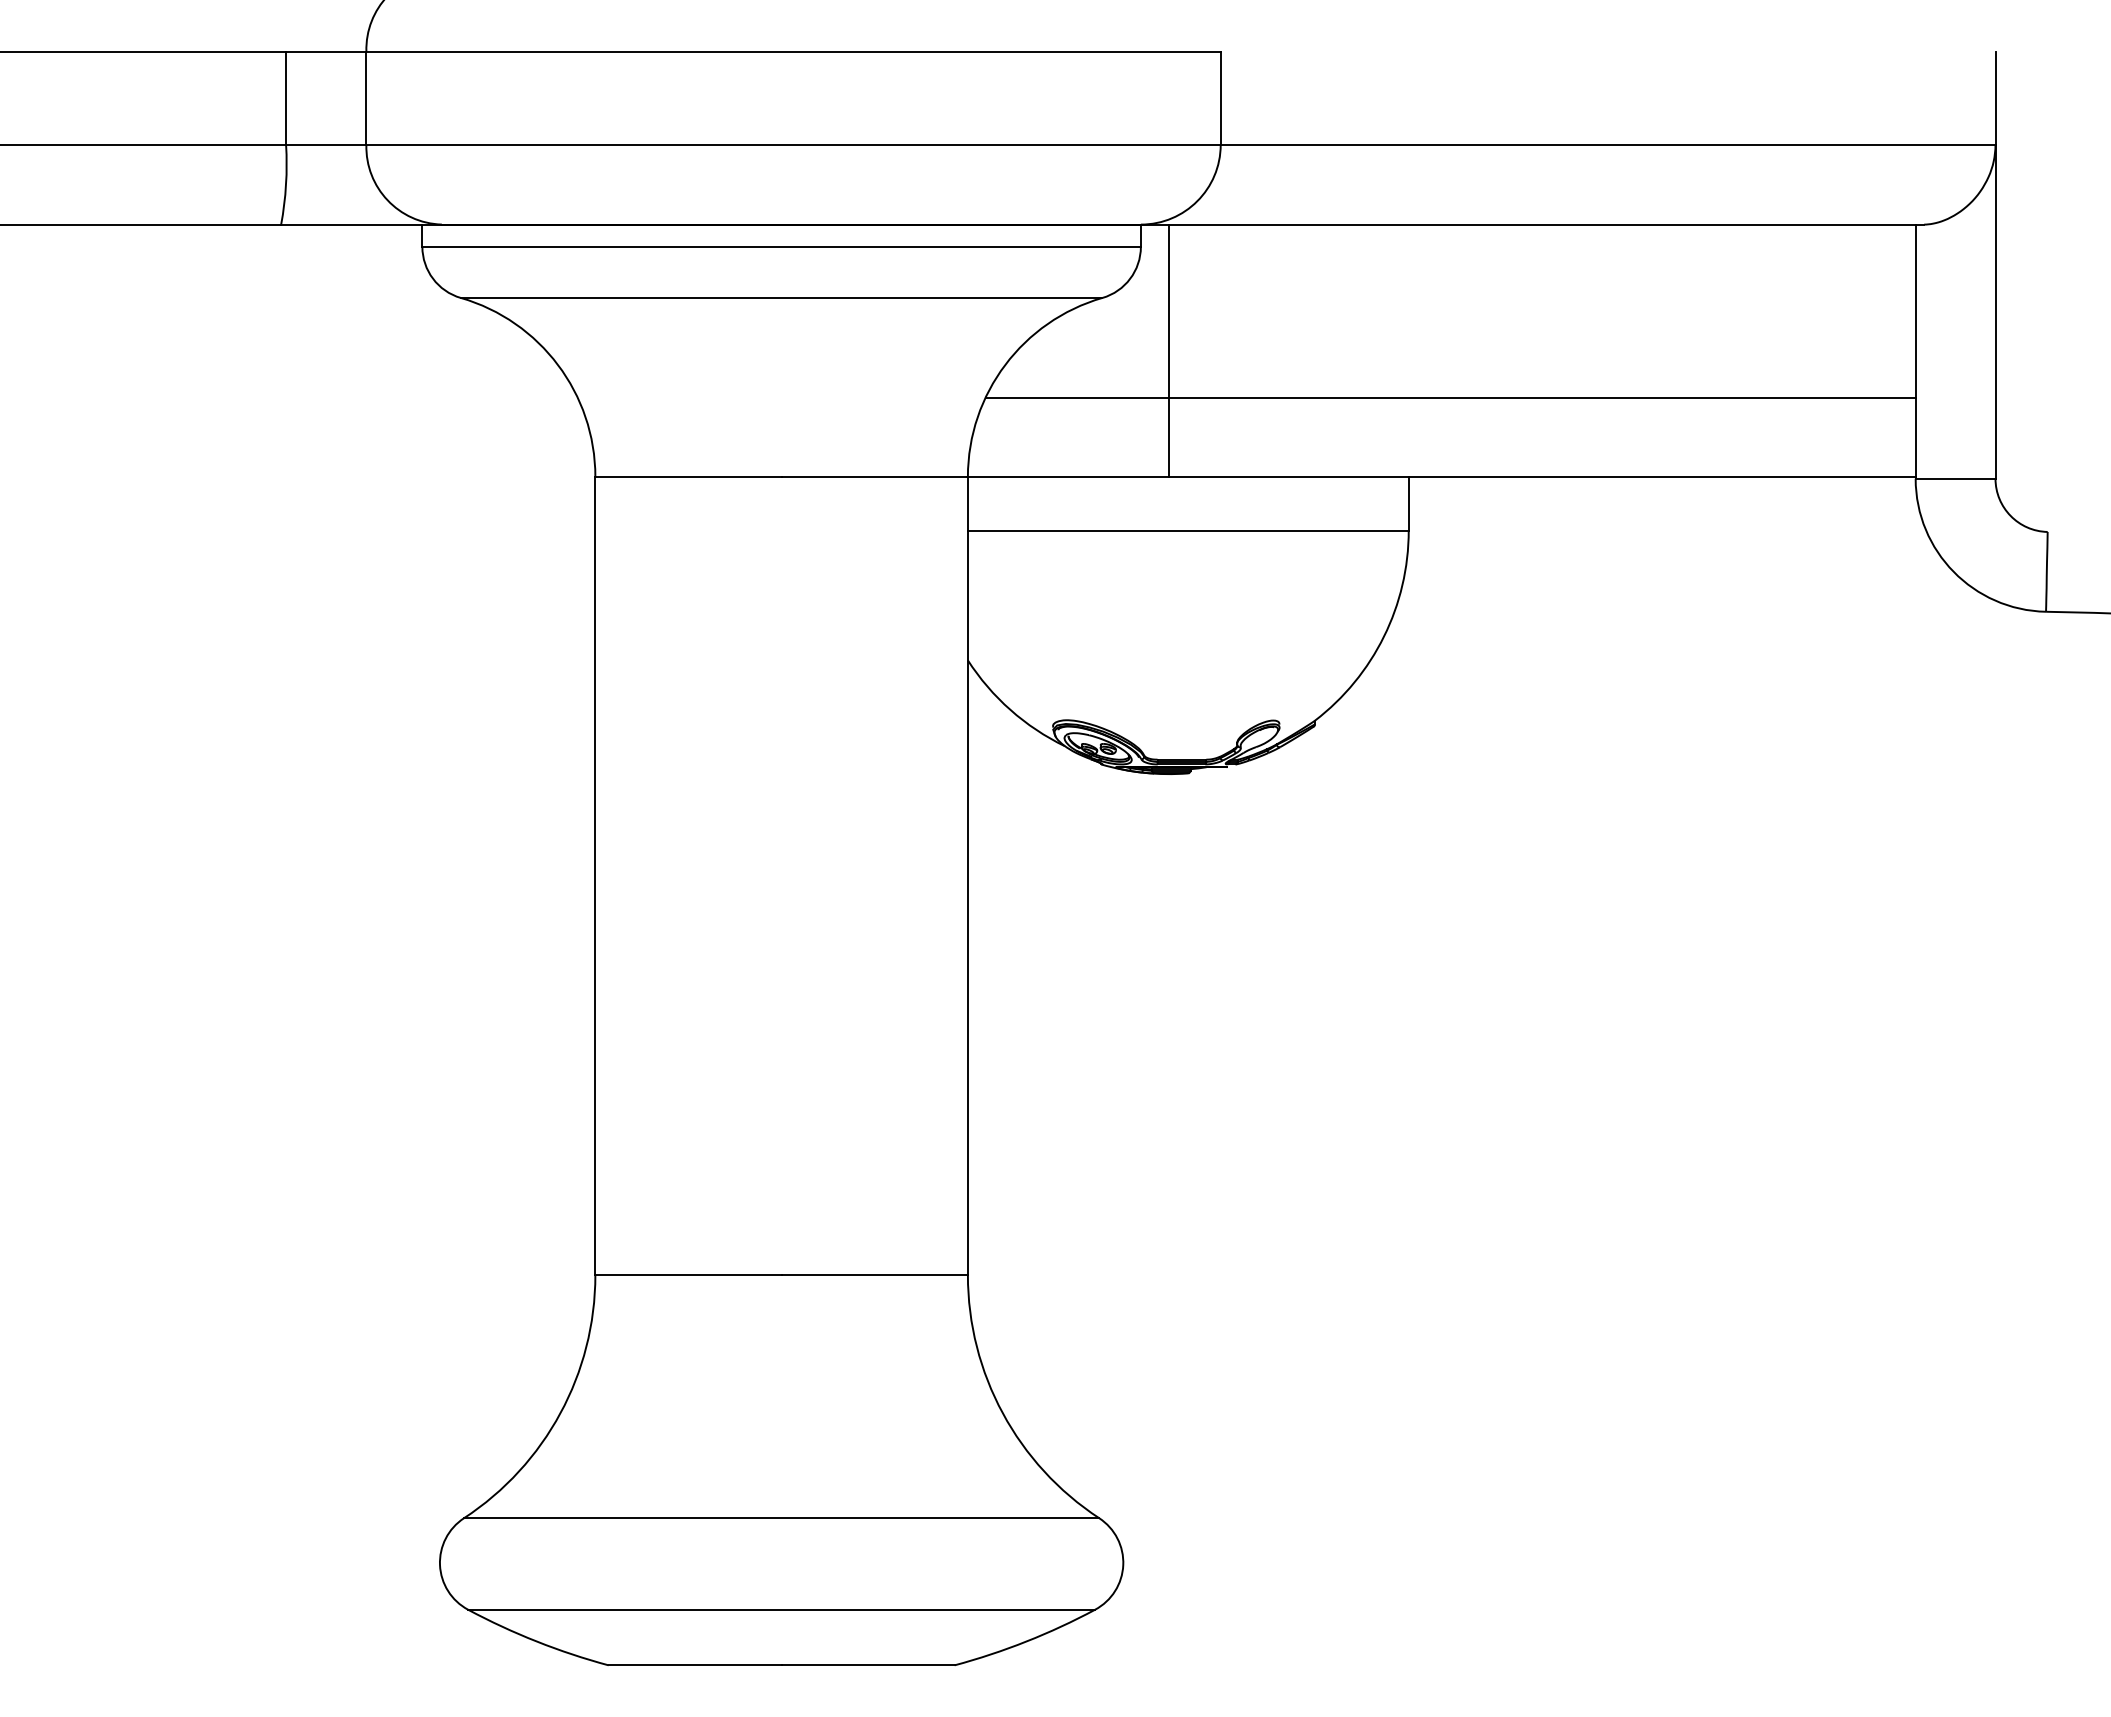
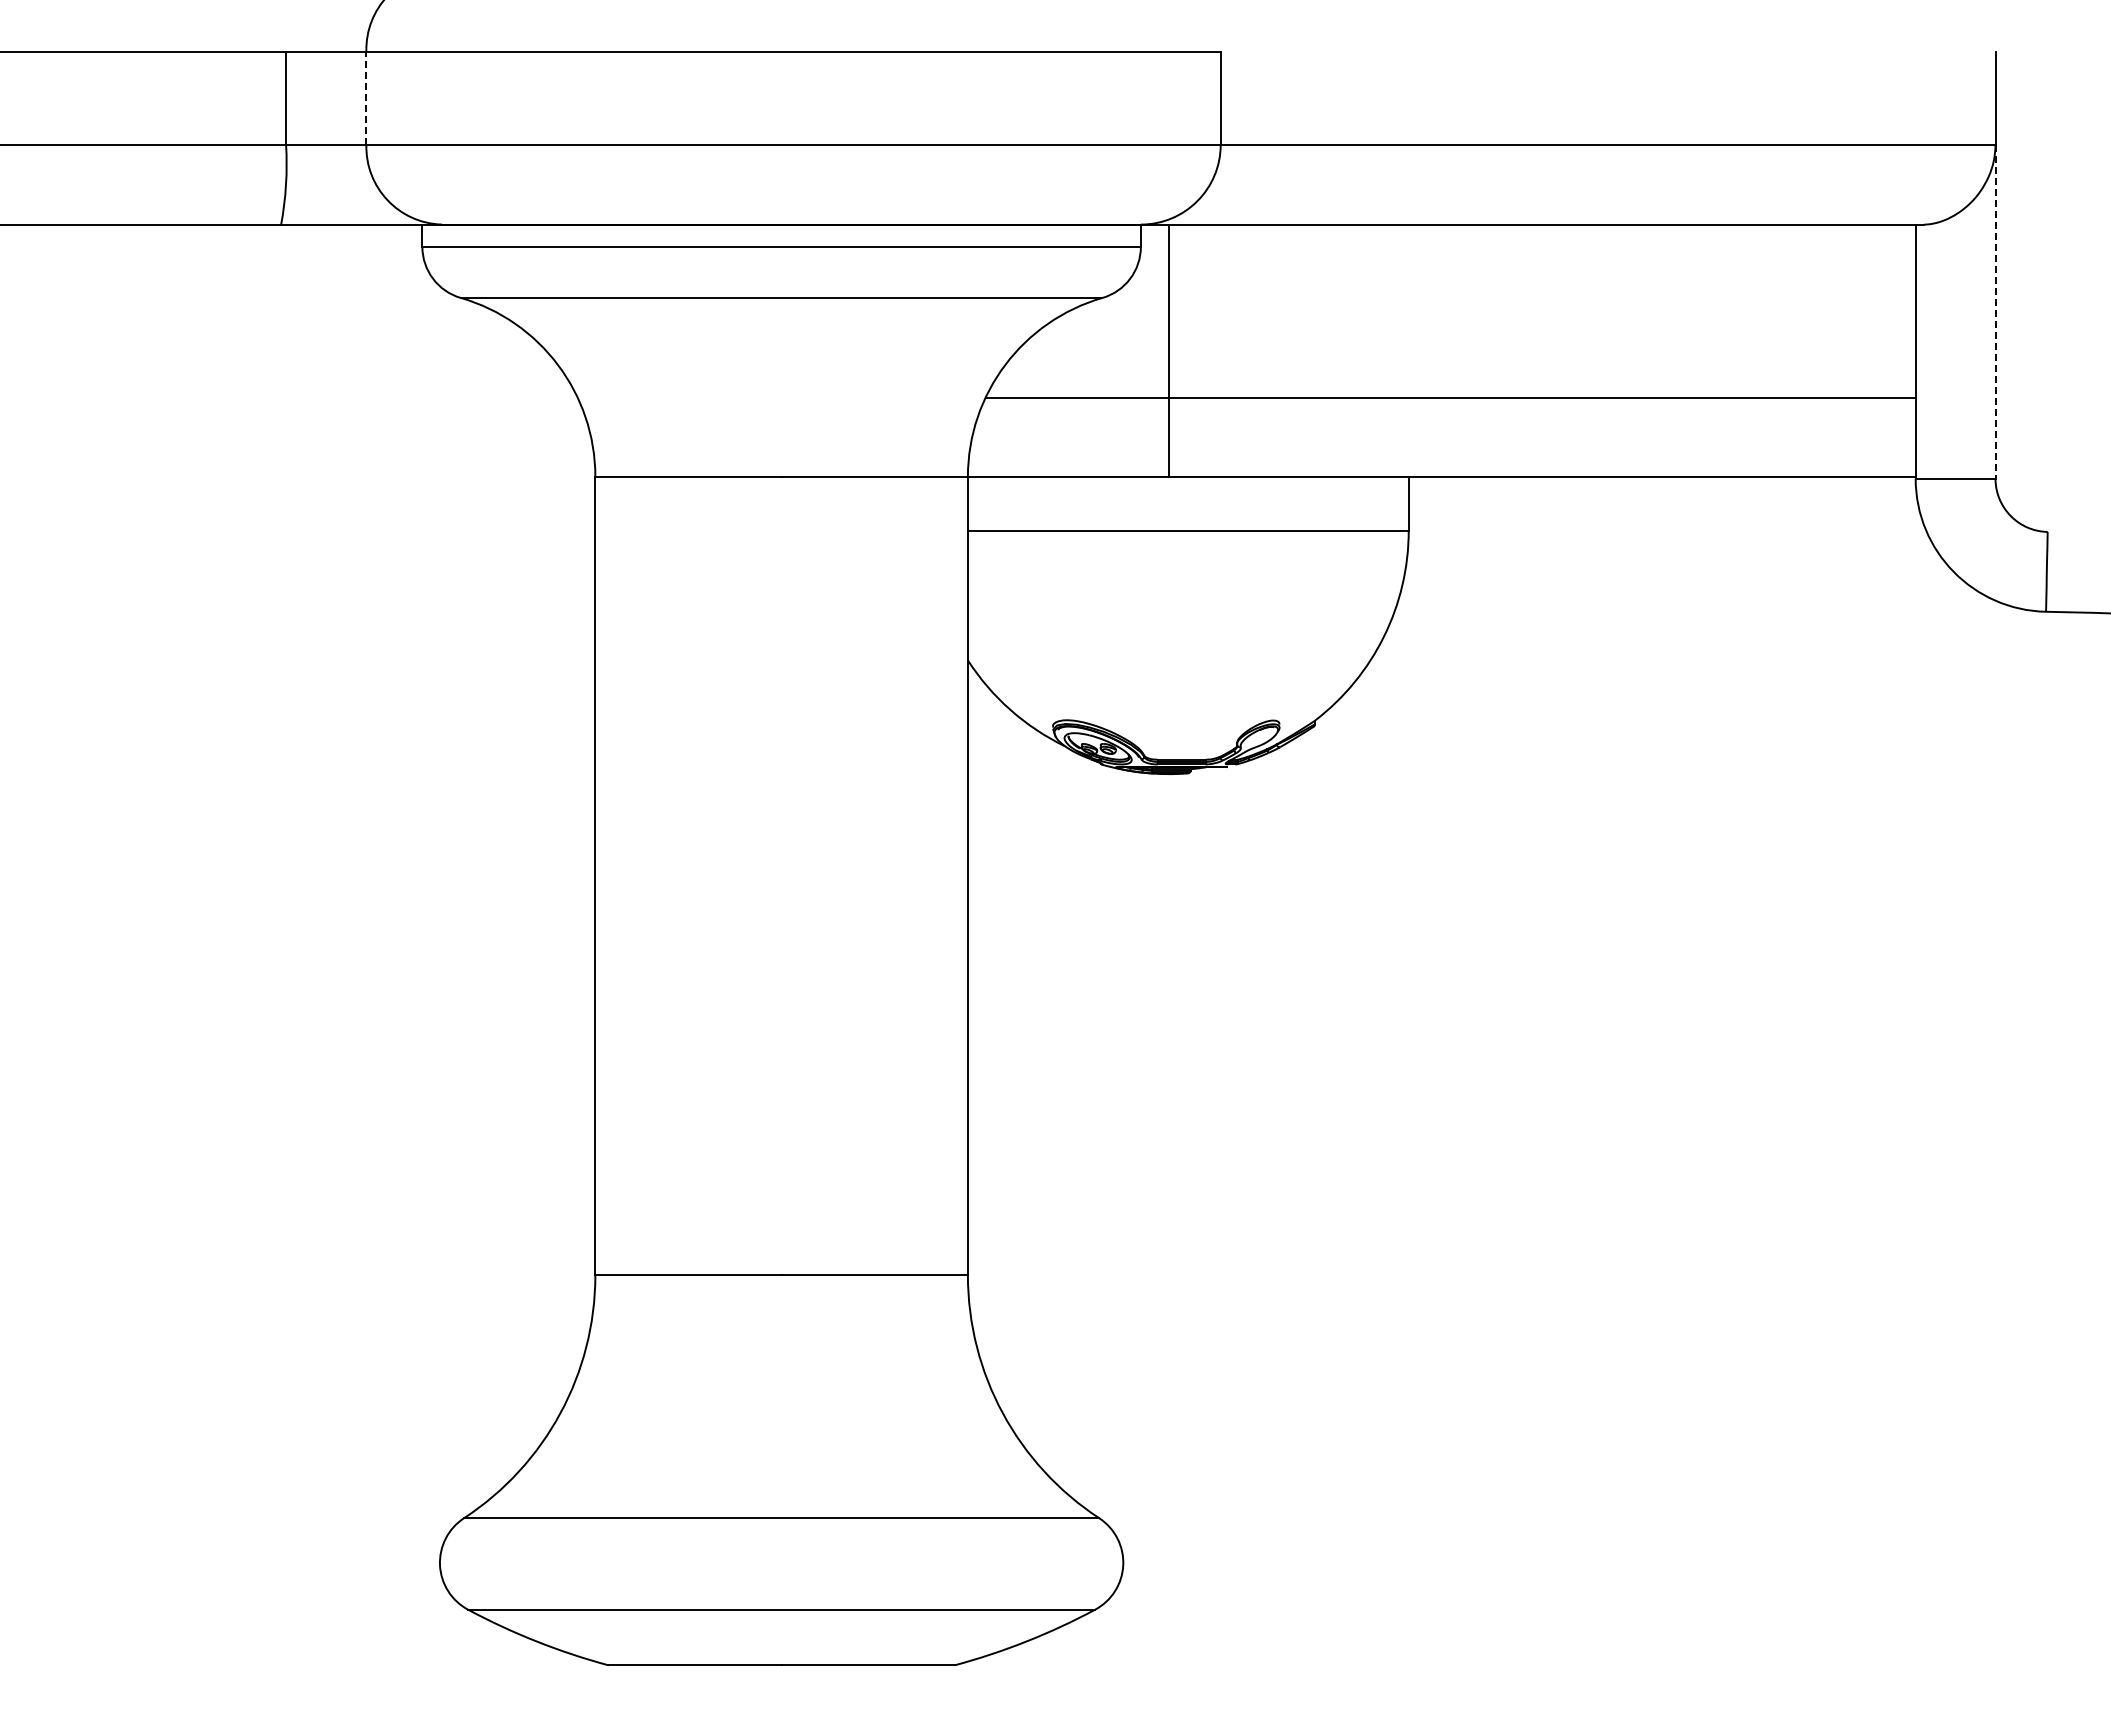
line at (366, 98): solid -> dashed
line at (1995, 311): solid -> dashed
